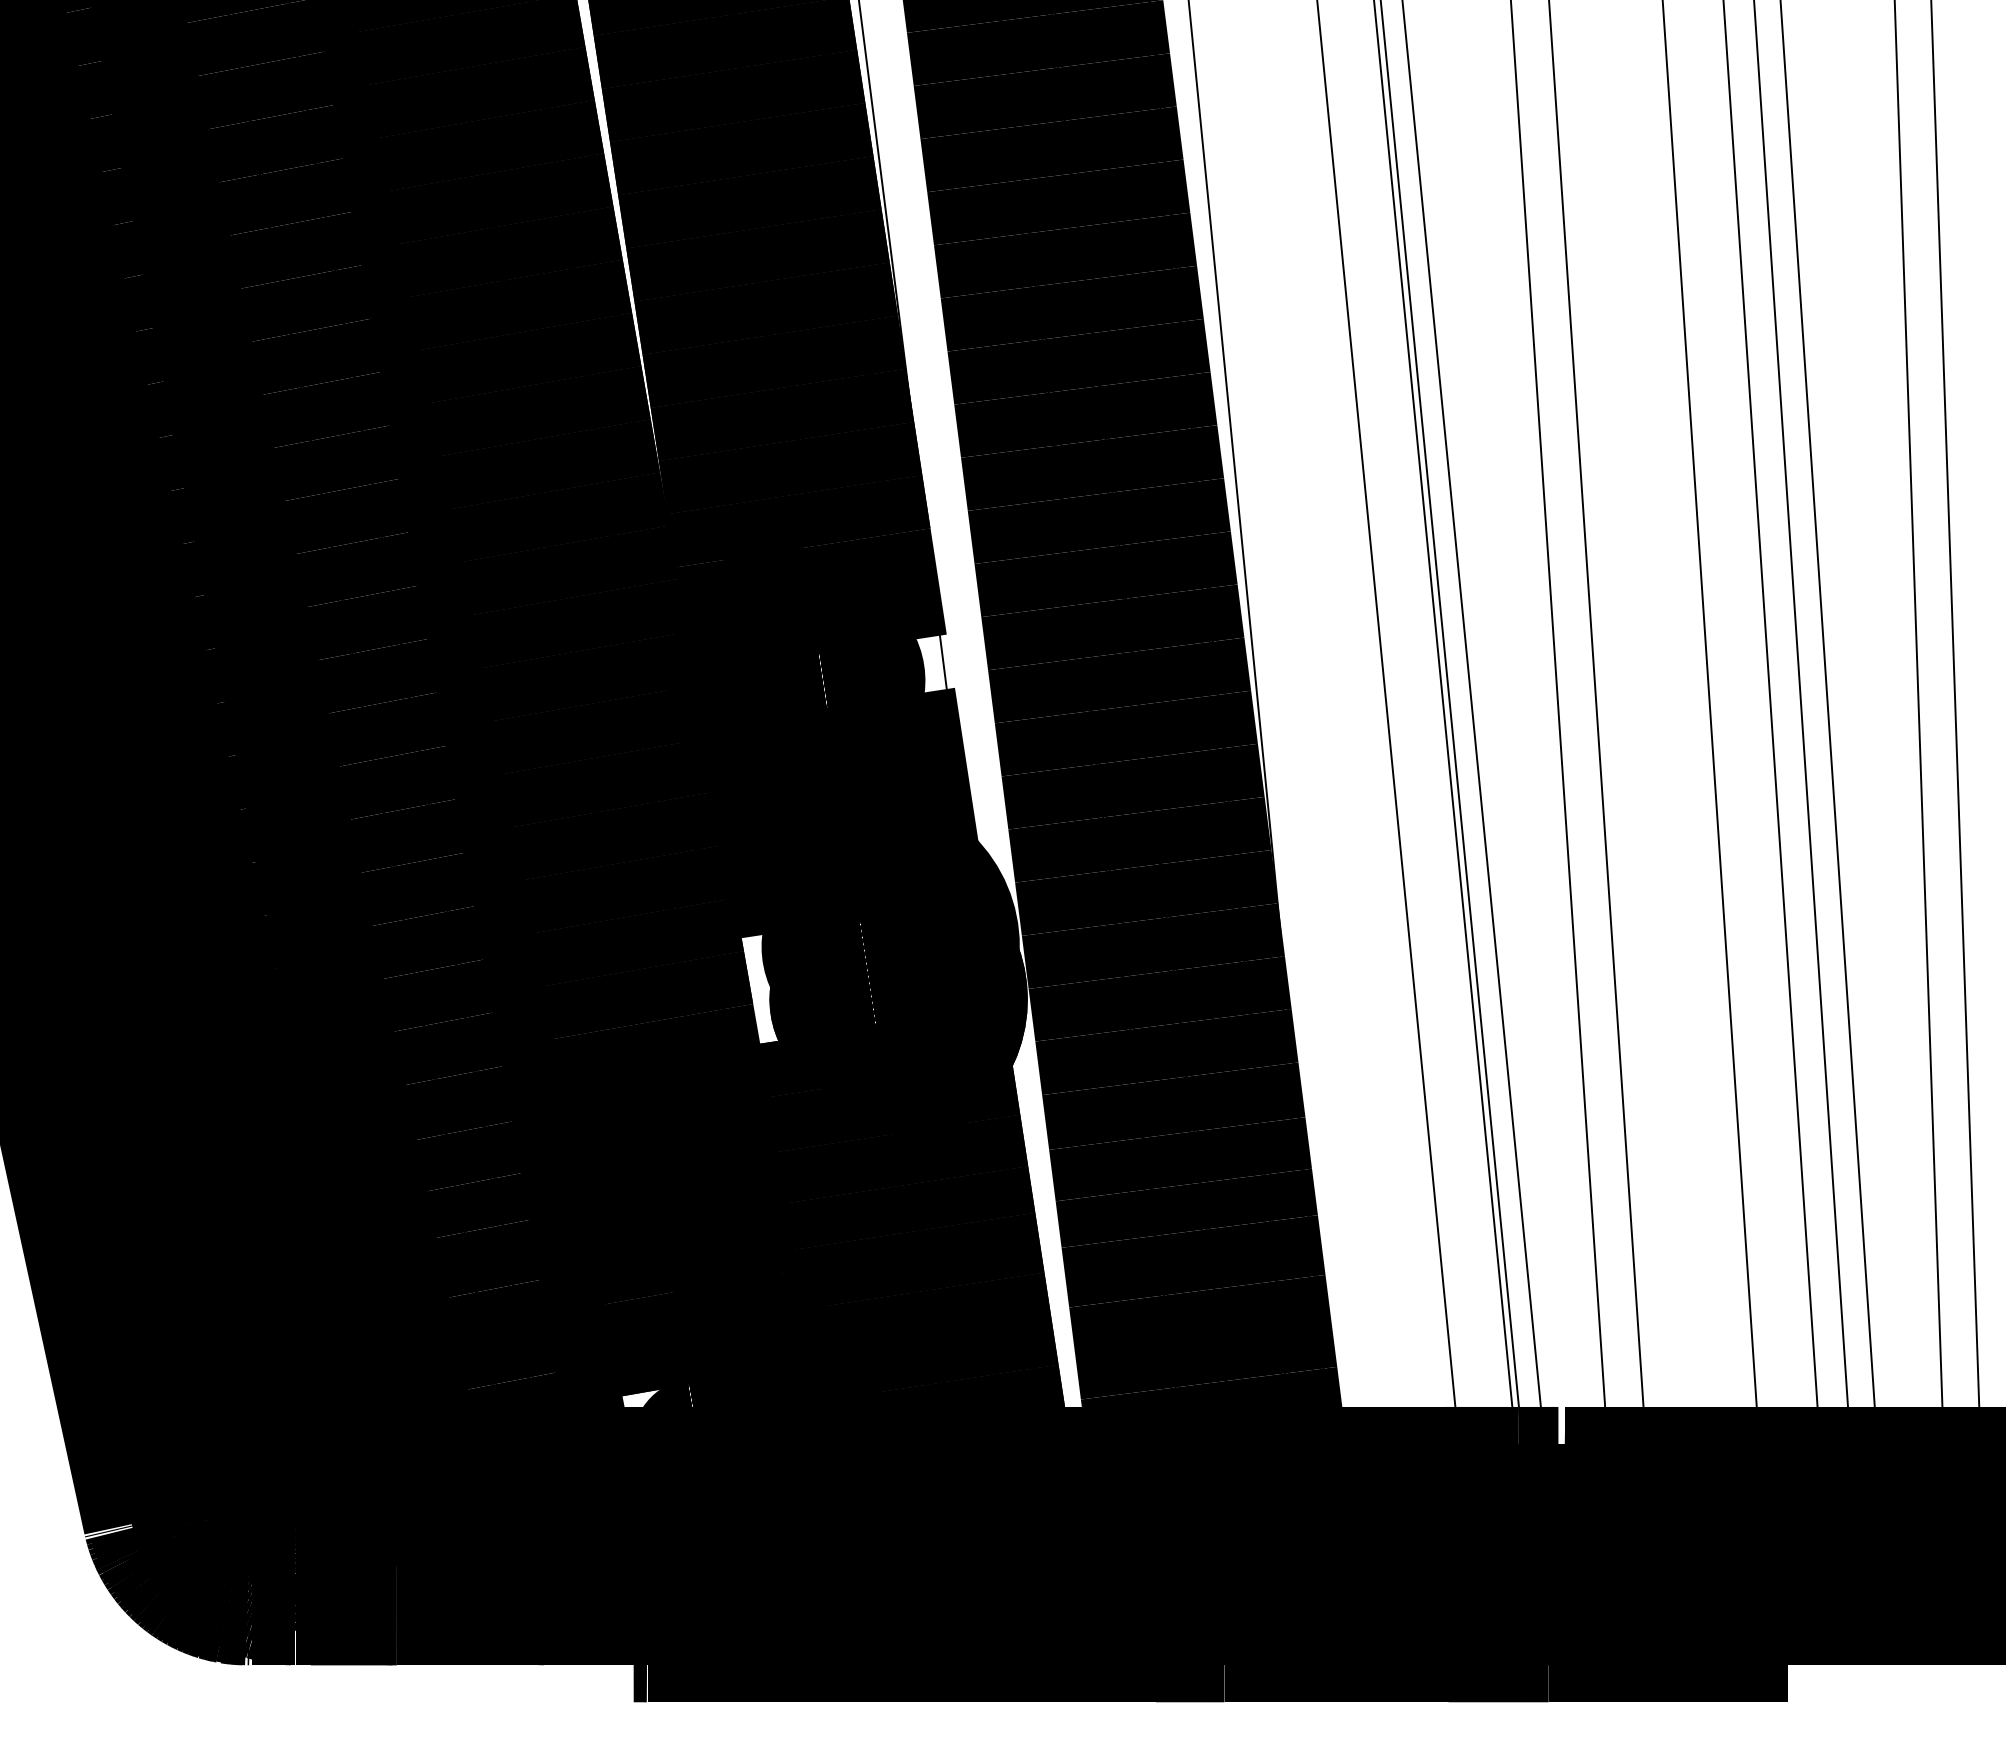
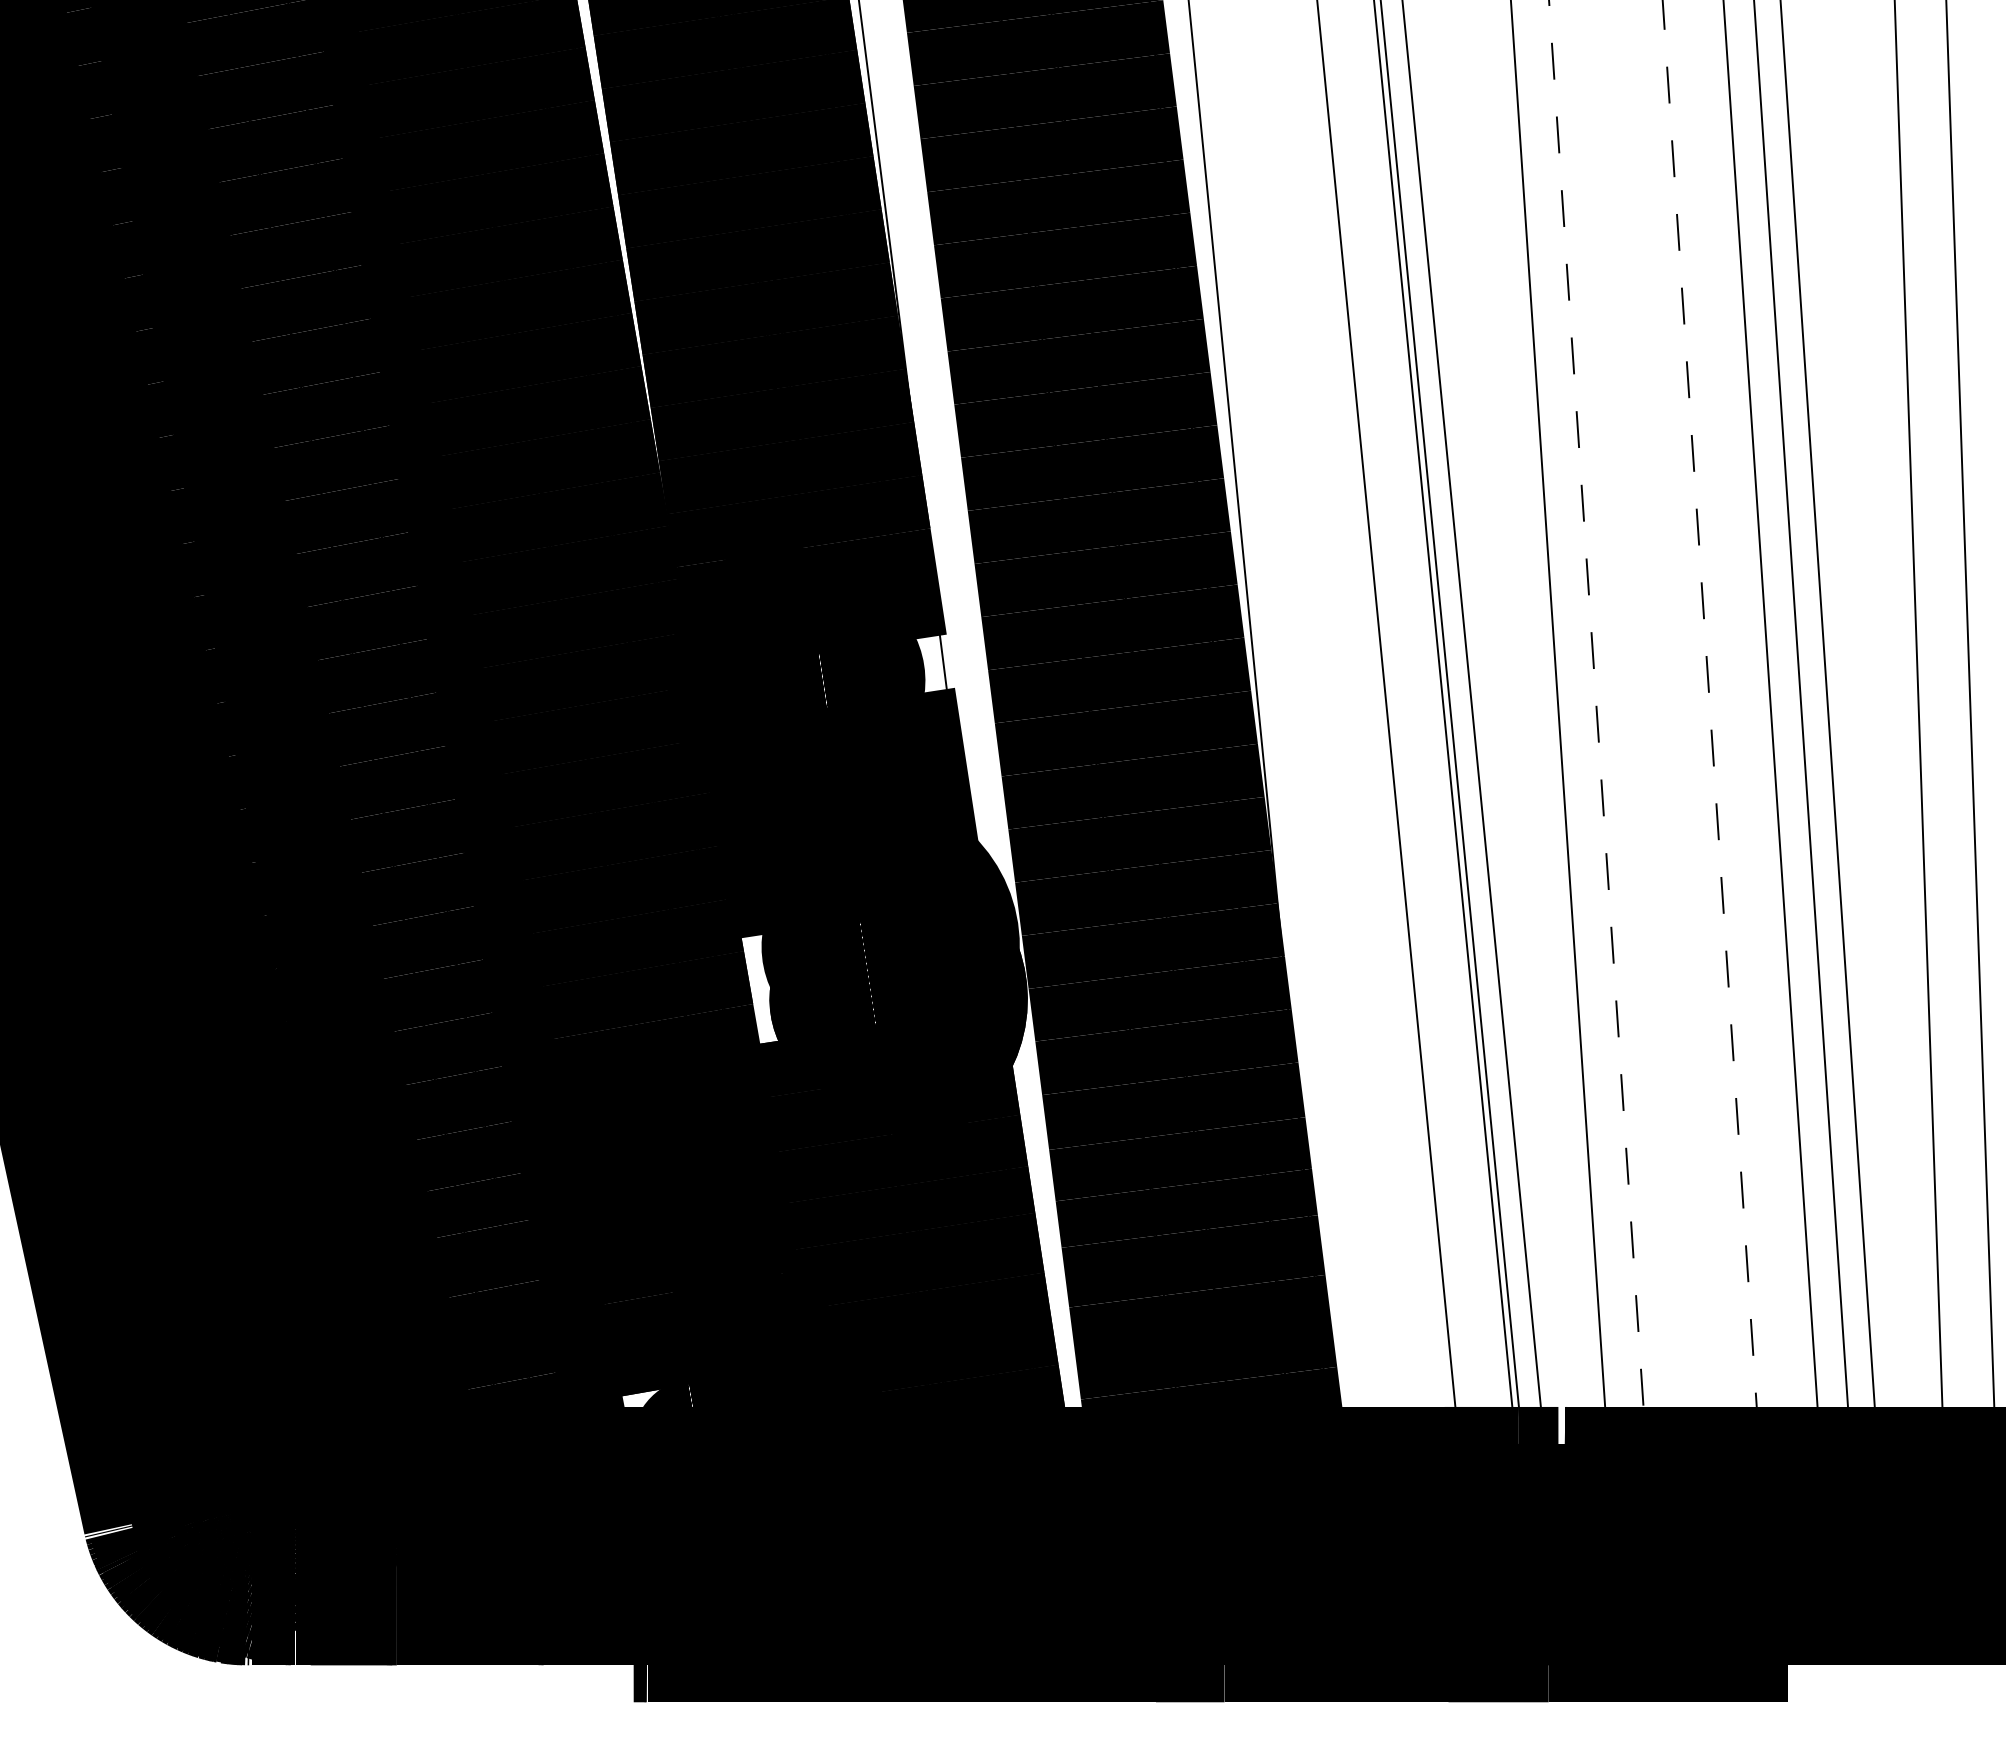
line at (1712, 751): solid -> dashed
line at (1599, 752): solid -> dashed
line at (1956, 752) position: (1956, 752) -> (1971, 752)
